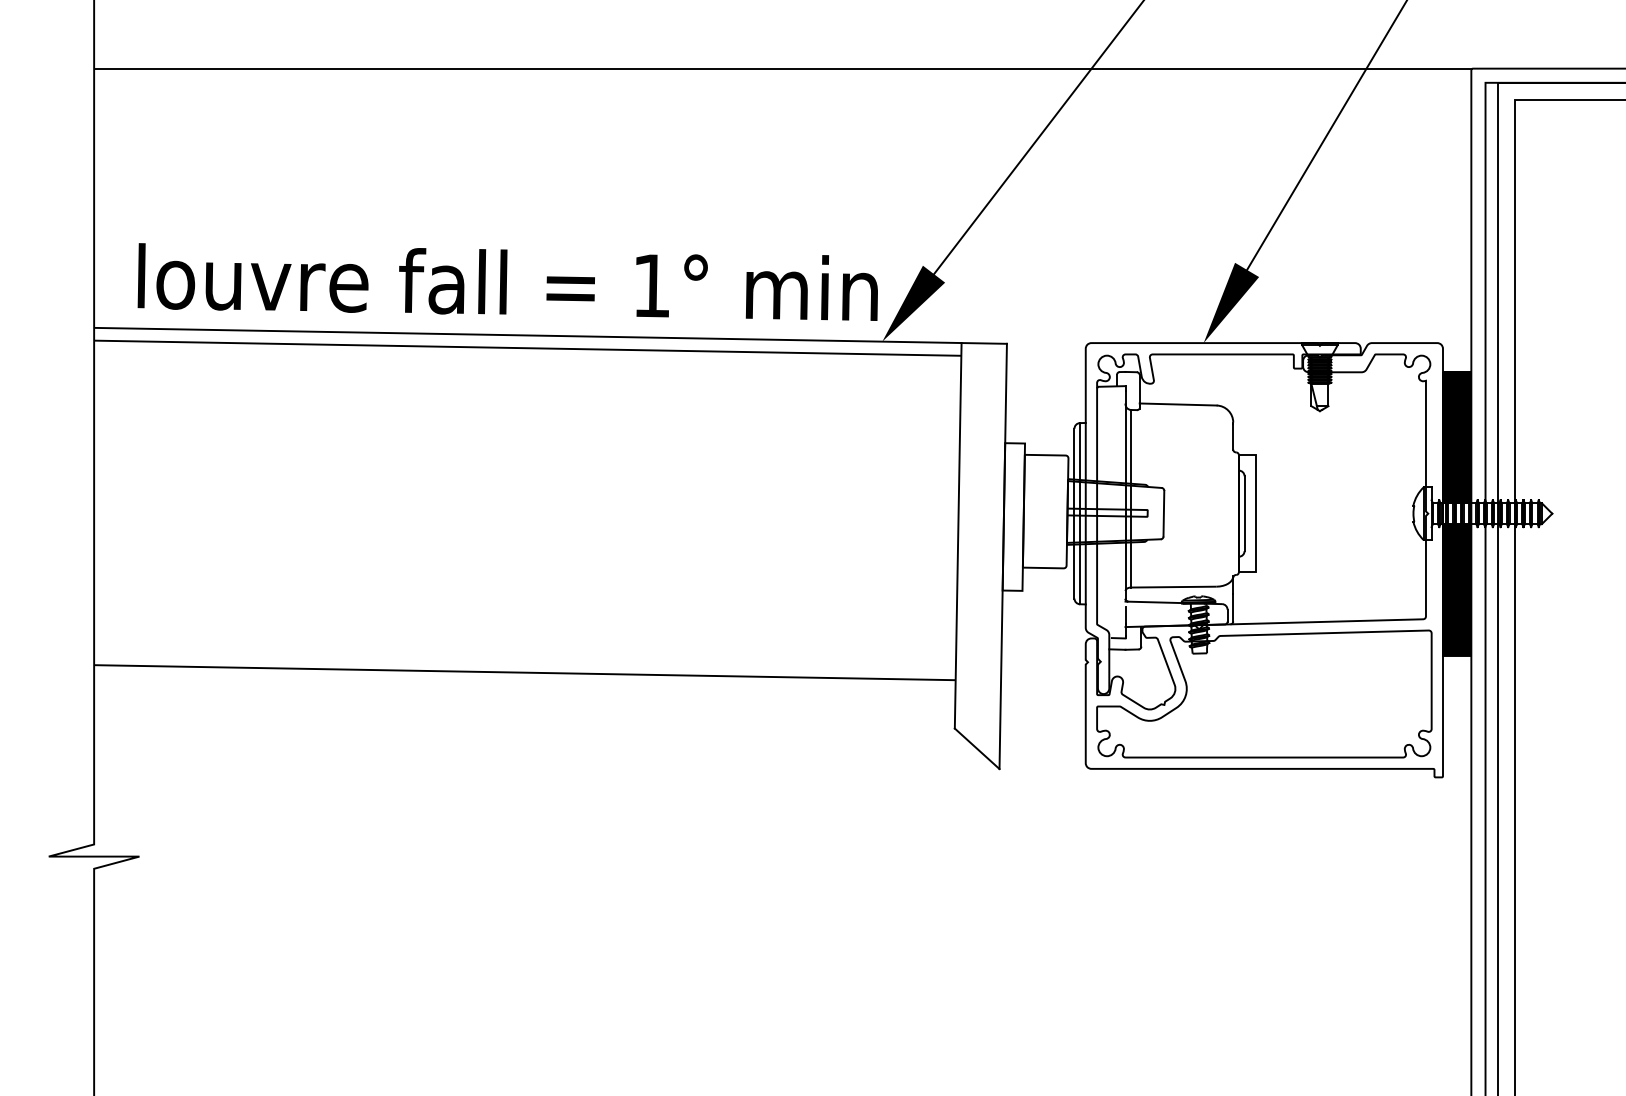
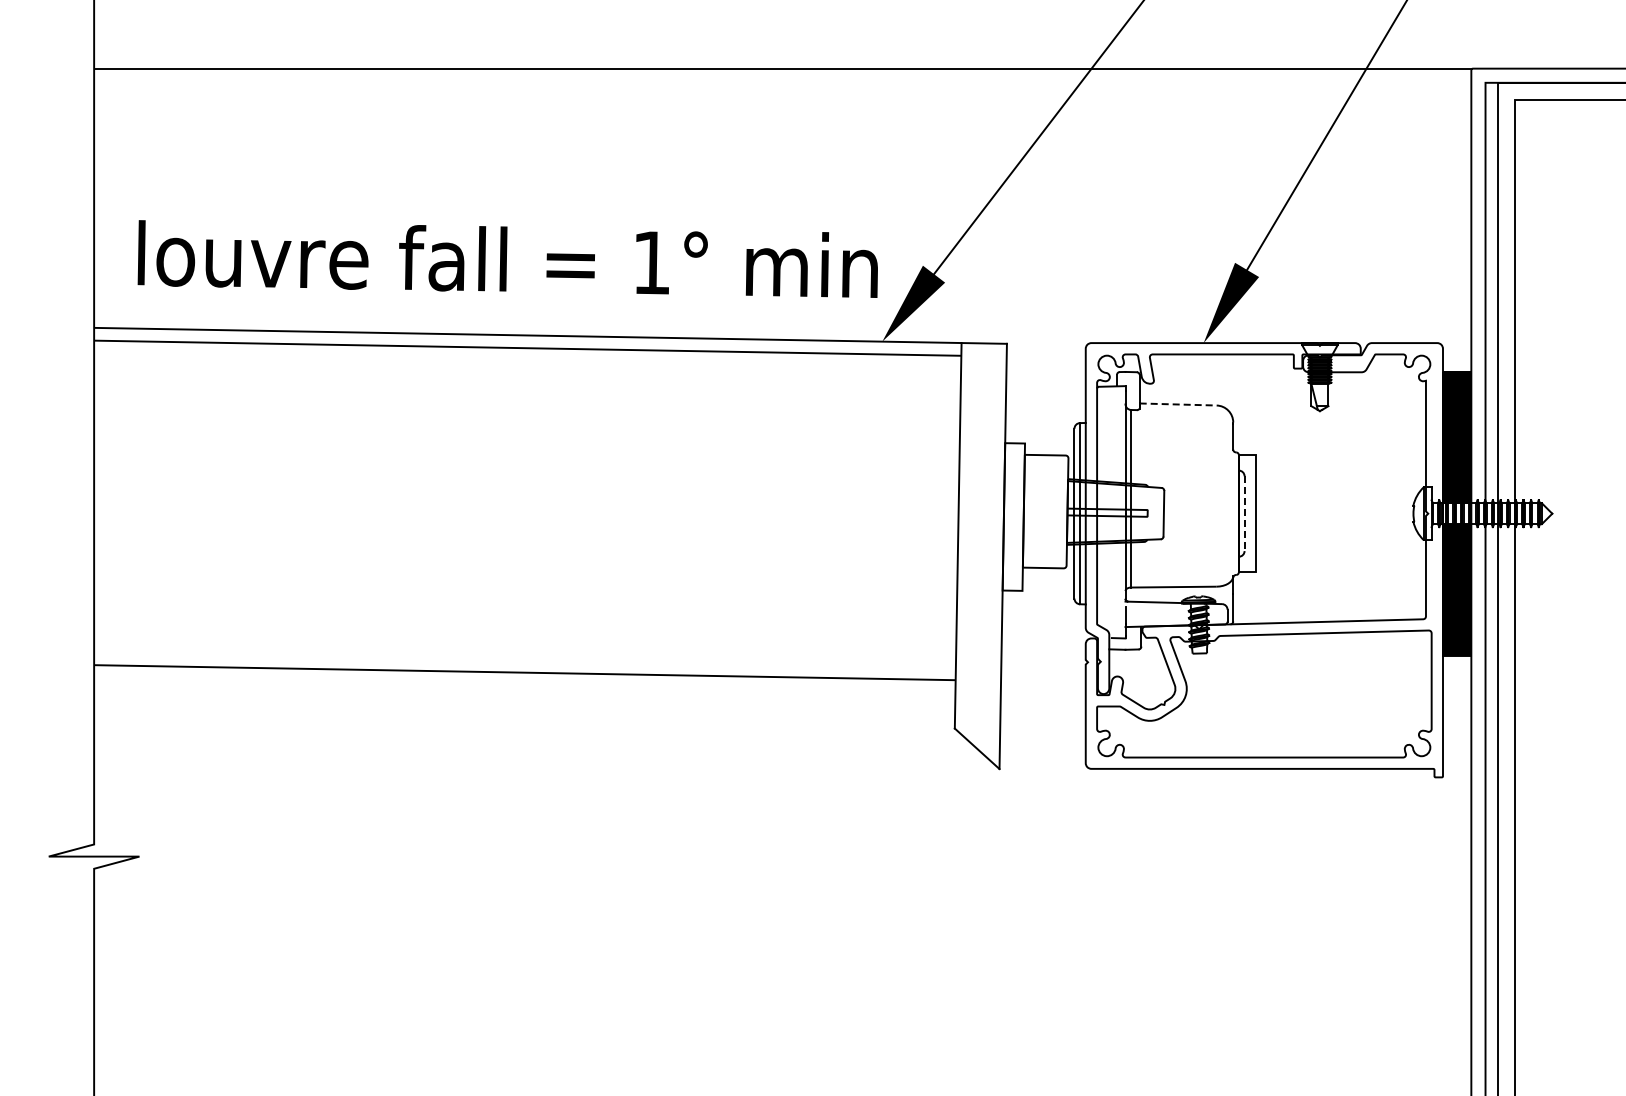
text at (507, 281) position: (507, 281) -> (507, 258)
line at (1178, 404): solid -> dashed
line at (1244, 514): solid -> dashed
